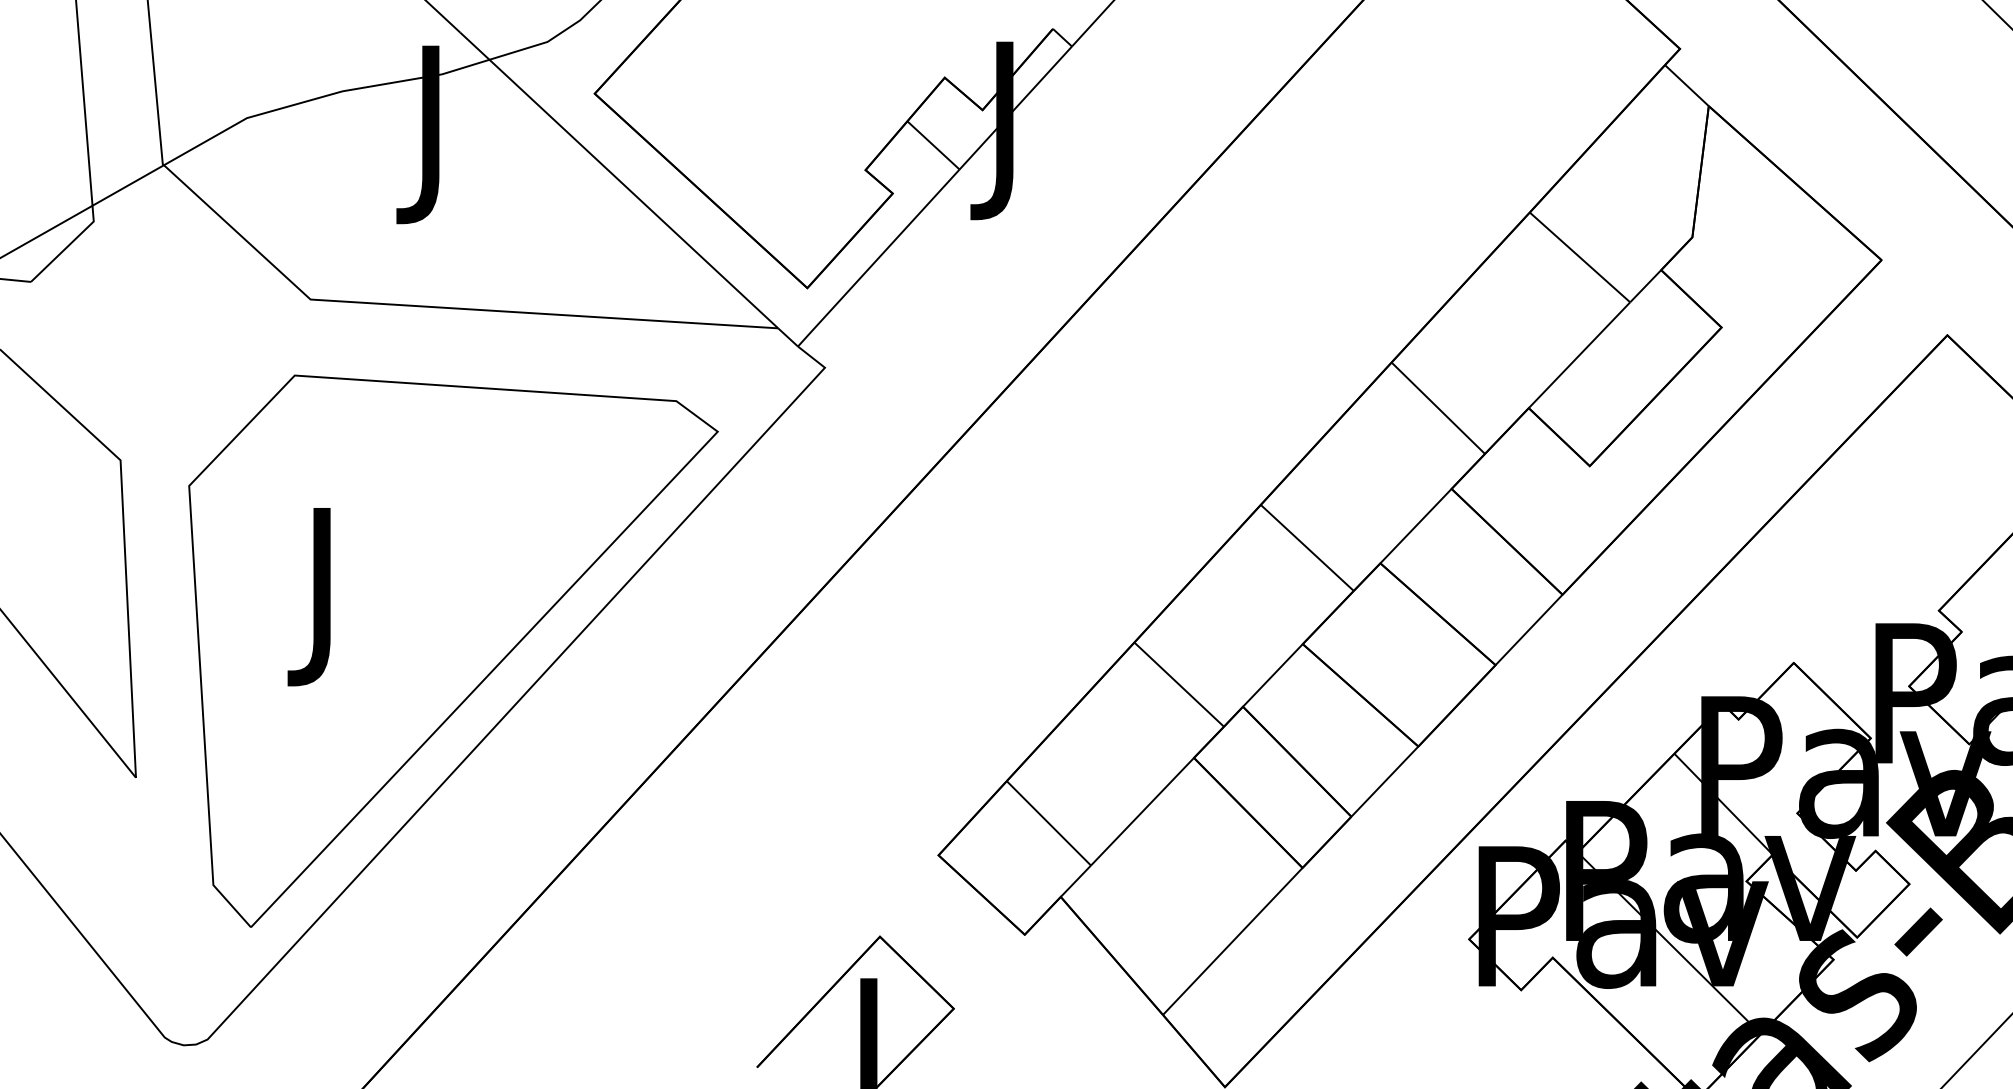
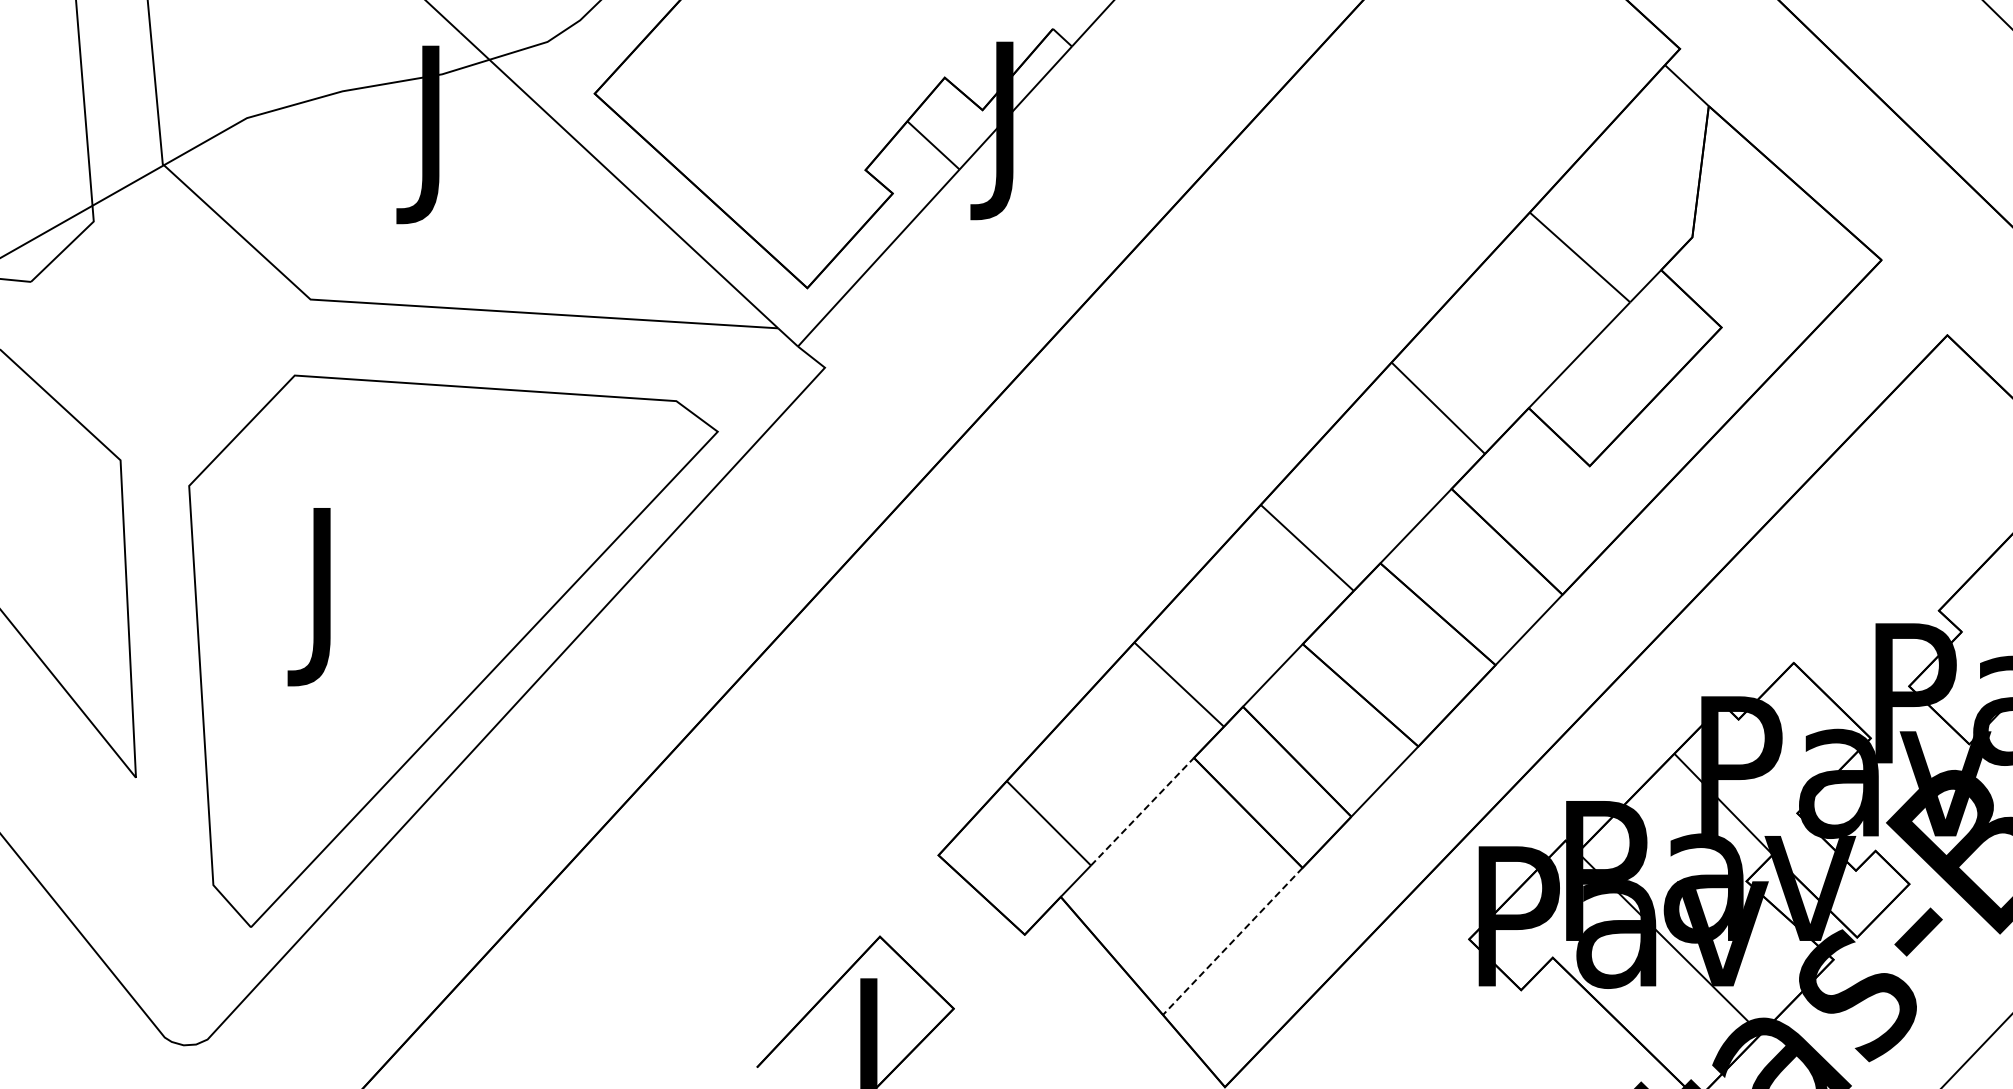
line at (1142, 811): solid -> dashed
line at (1232, 941): solid -> dashed
